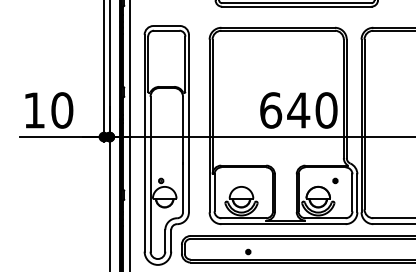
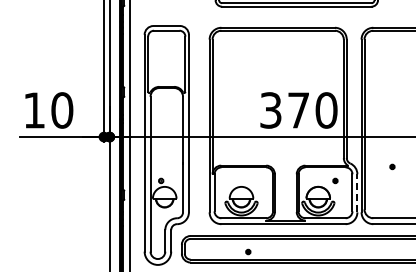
text at (285, 110): 640 -> 370
part at (392, 166): none -> present
line at (357, 192): solid -> dashed
